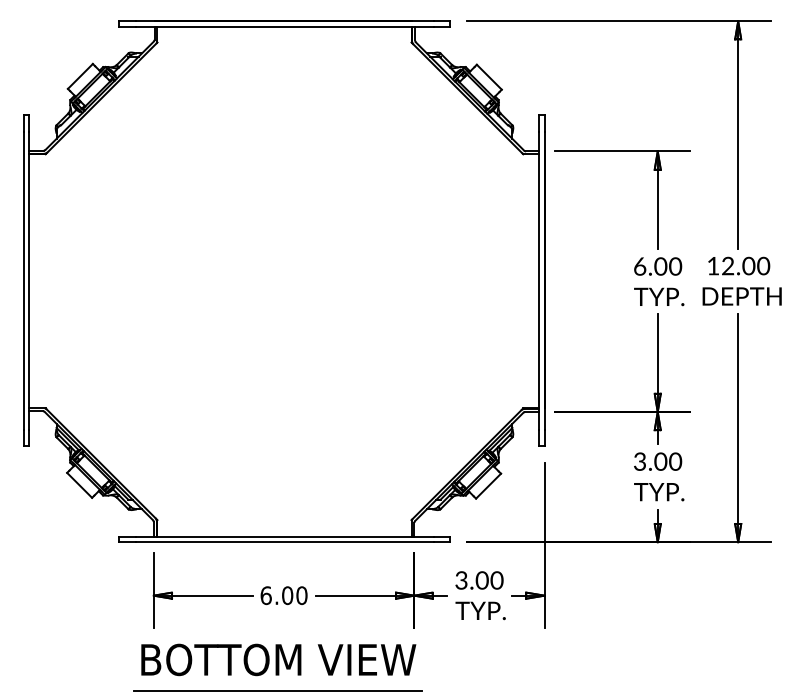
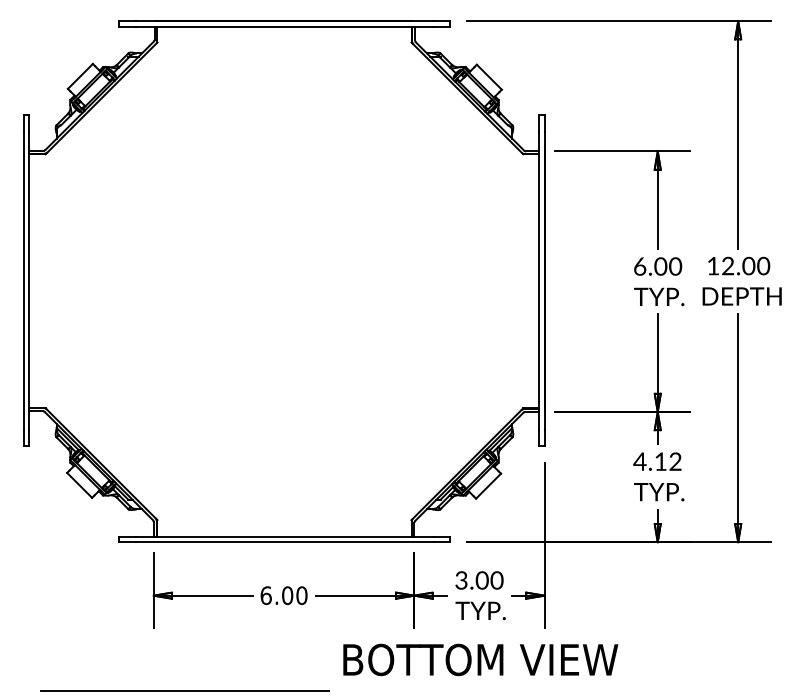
text at (657, 461): 3.00 -> 4.12
text at (278, 659) position: (278, 659) -> (480, 659)
line at (277, 690) position: (277, 690) -> (184, 690)
